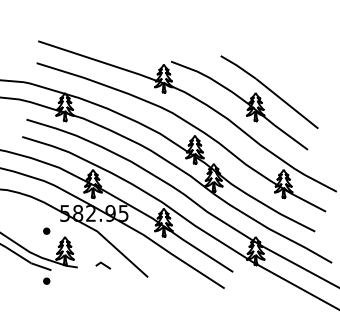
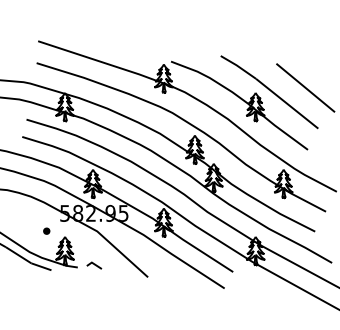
line at (305, 87): none -> present
line at (103, 265) position: (103, 265) -> (94, 265)
part at (46, 280): present -> none
